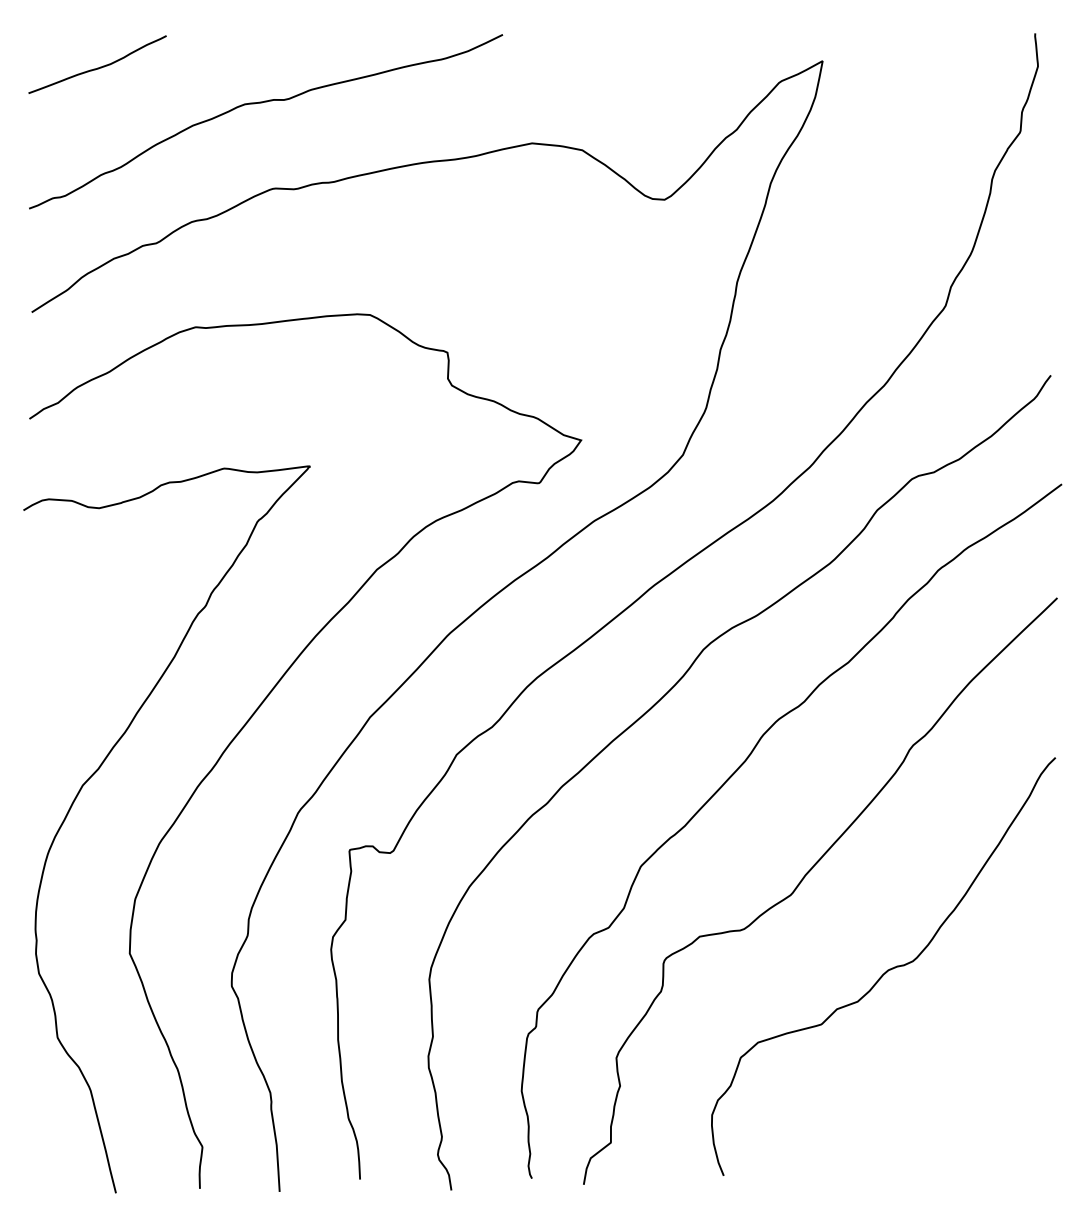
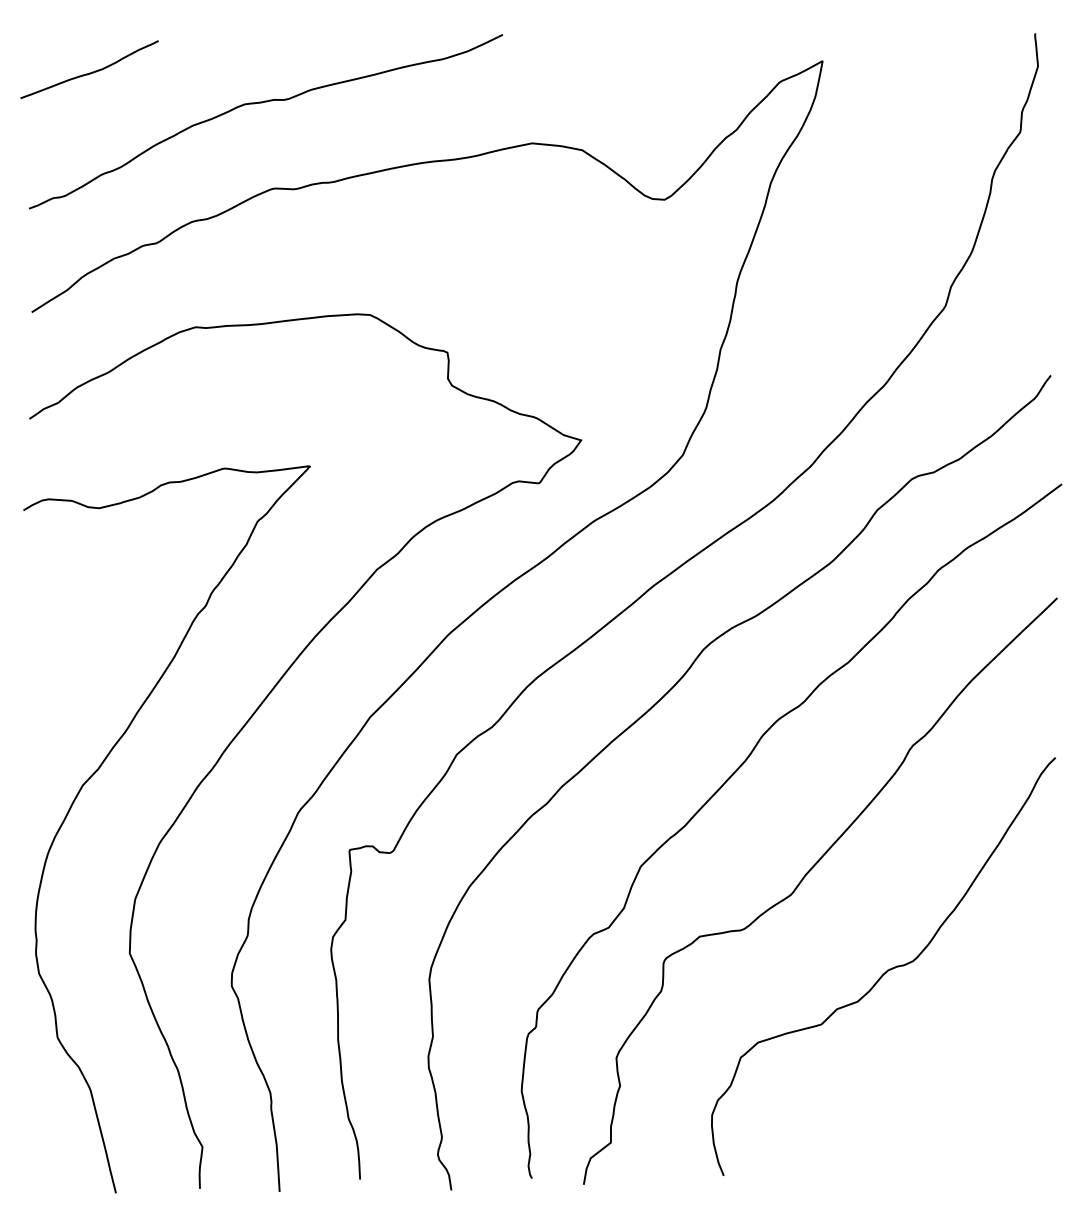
curve at (97, 67) position: (97, 67) -> (89, 72)
